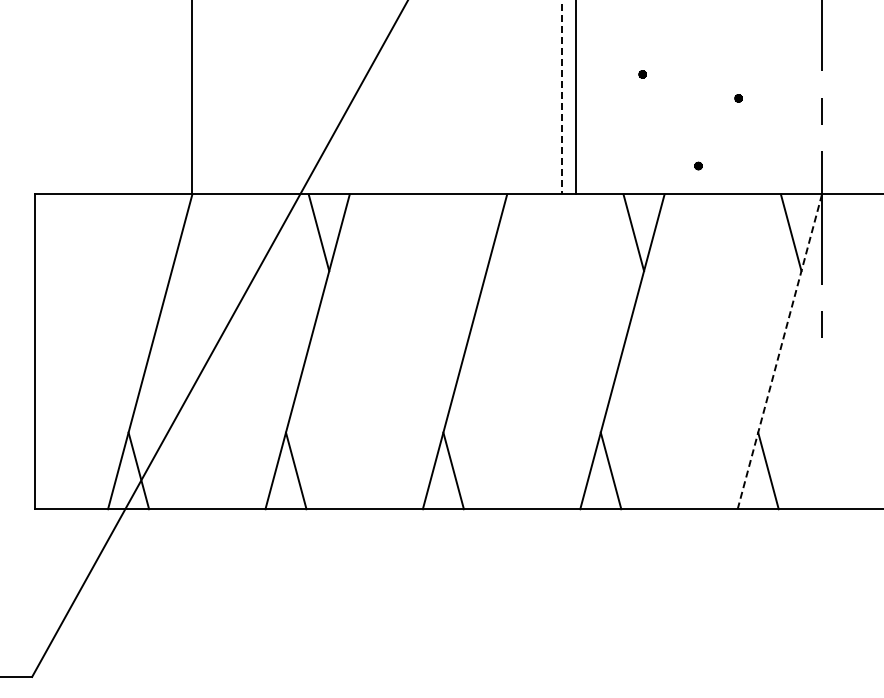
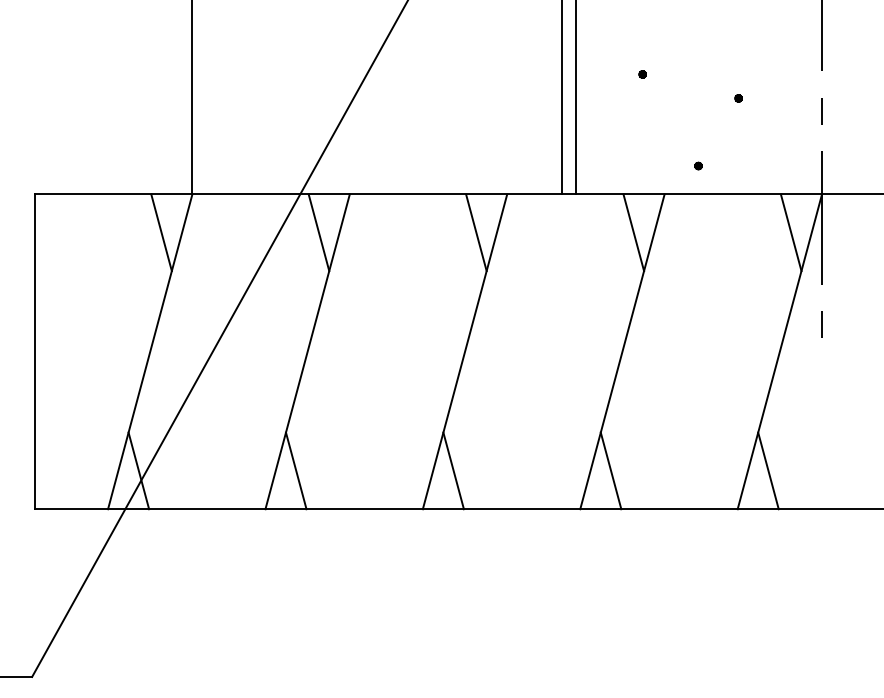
line at (561, 97): dashed -> solid
line at (161, 232): none -> present
line at (476, 232): none -> present
line at (779, 351): dashed -> solid
